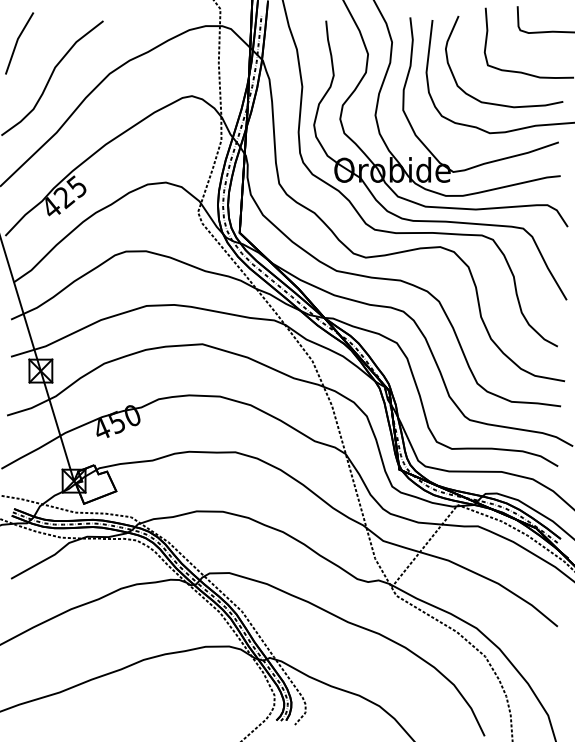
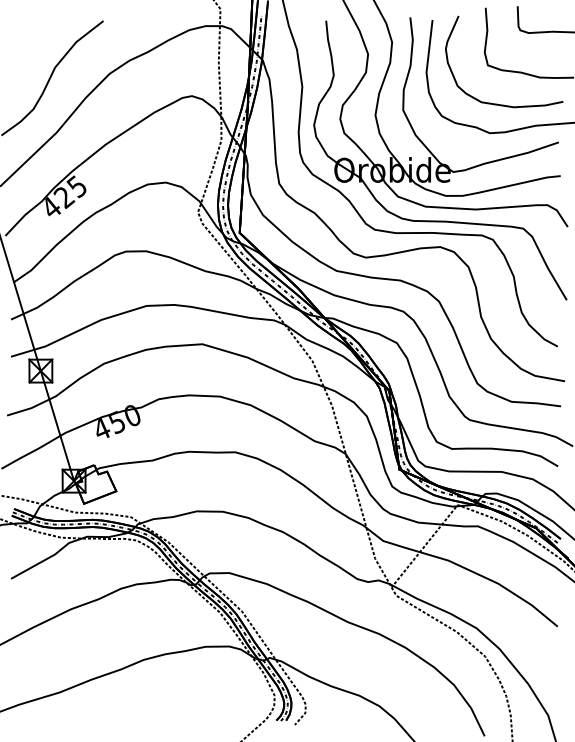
line at (17, 43): present -> none
